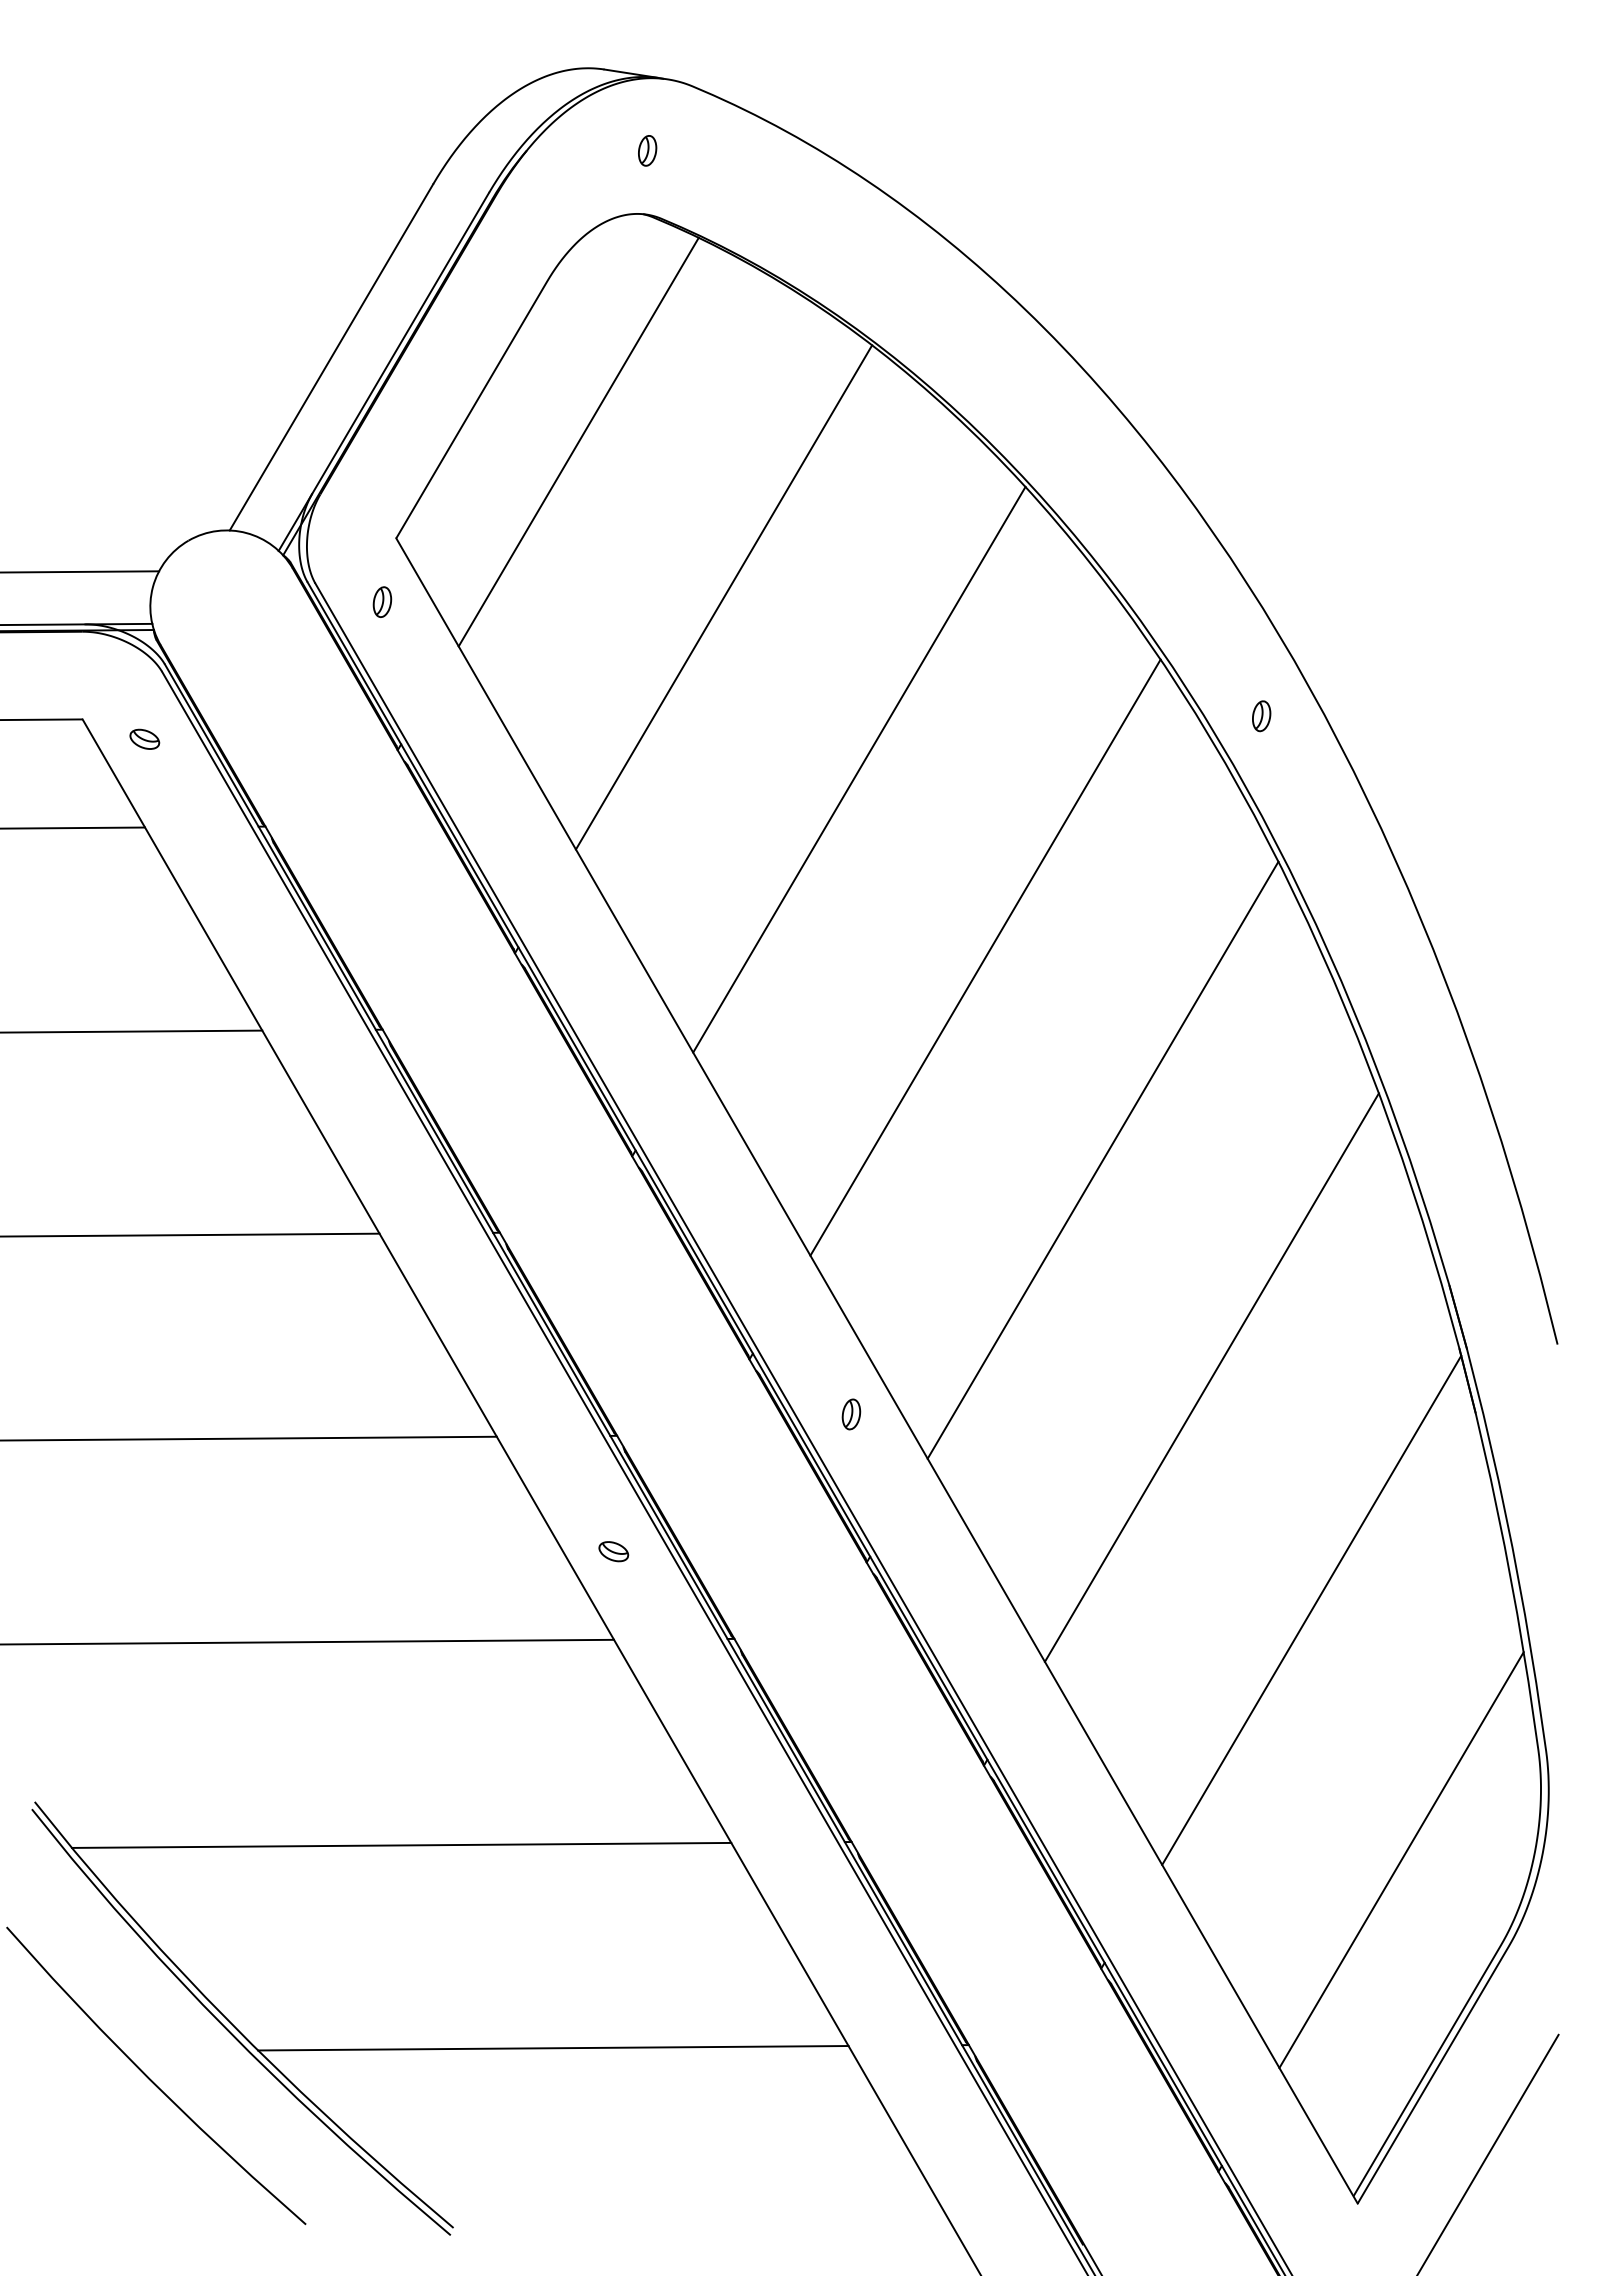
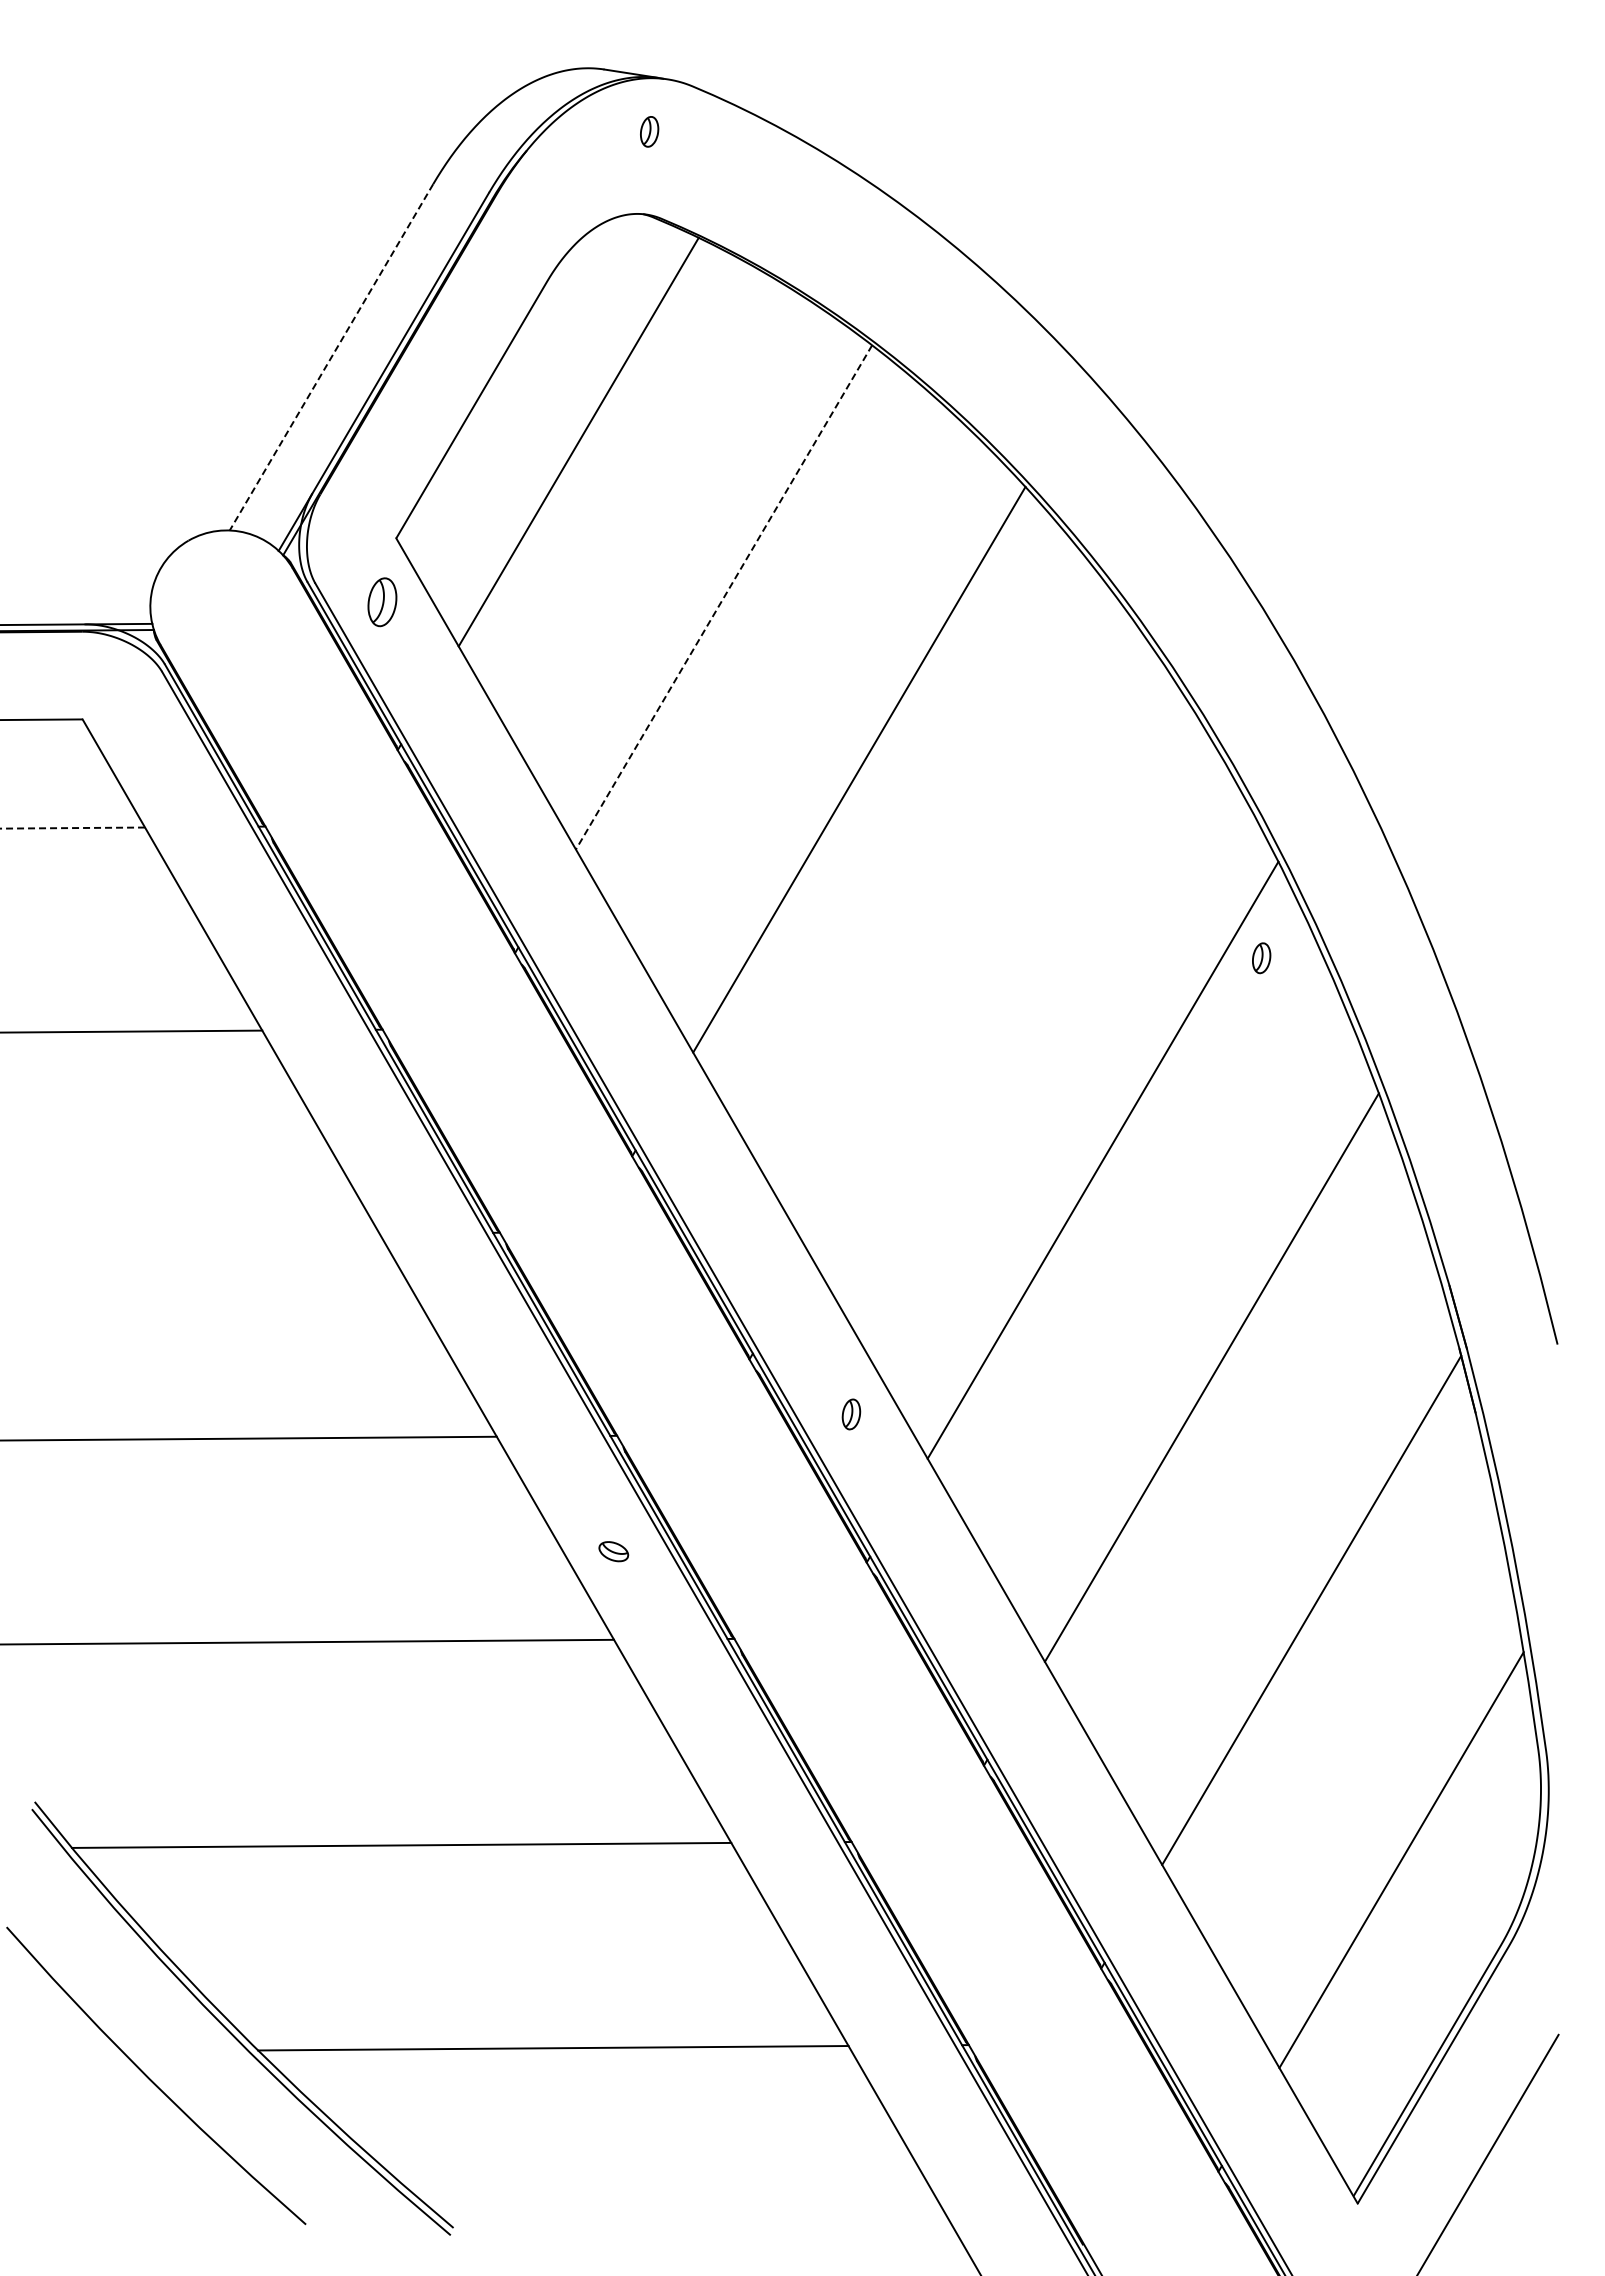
part at (647, 150) position: (647, 150) -> (649, 131)
line at (331, 357): solid -> dashed
line at (80, 571): present -> none
line at (723, 597): solid -> dashed
part at (382, 601) size: 21x32 px -> 31x51 px
part at (1261, 716) position: (1261, 716) -> (1261, 958)
part at (144, 738): present -> none
line at (72, 828): solid -> dashed
line at (985, 957): present -> none
line at (190, 1234): present -> none
